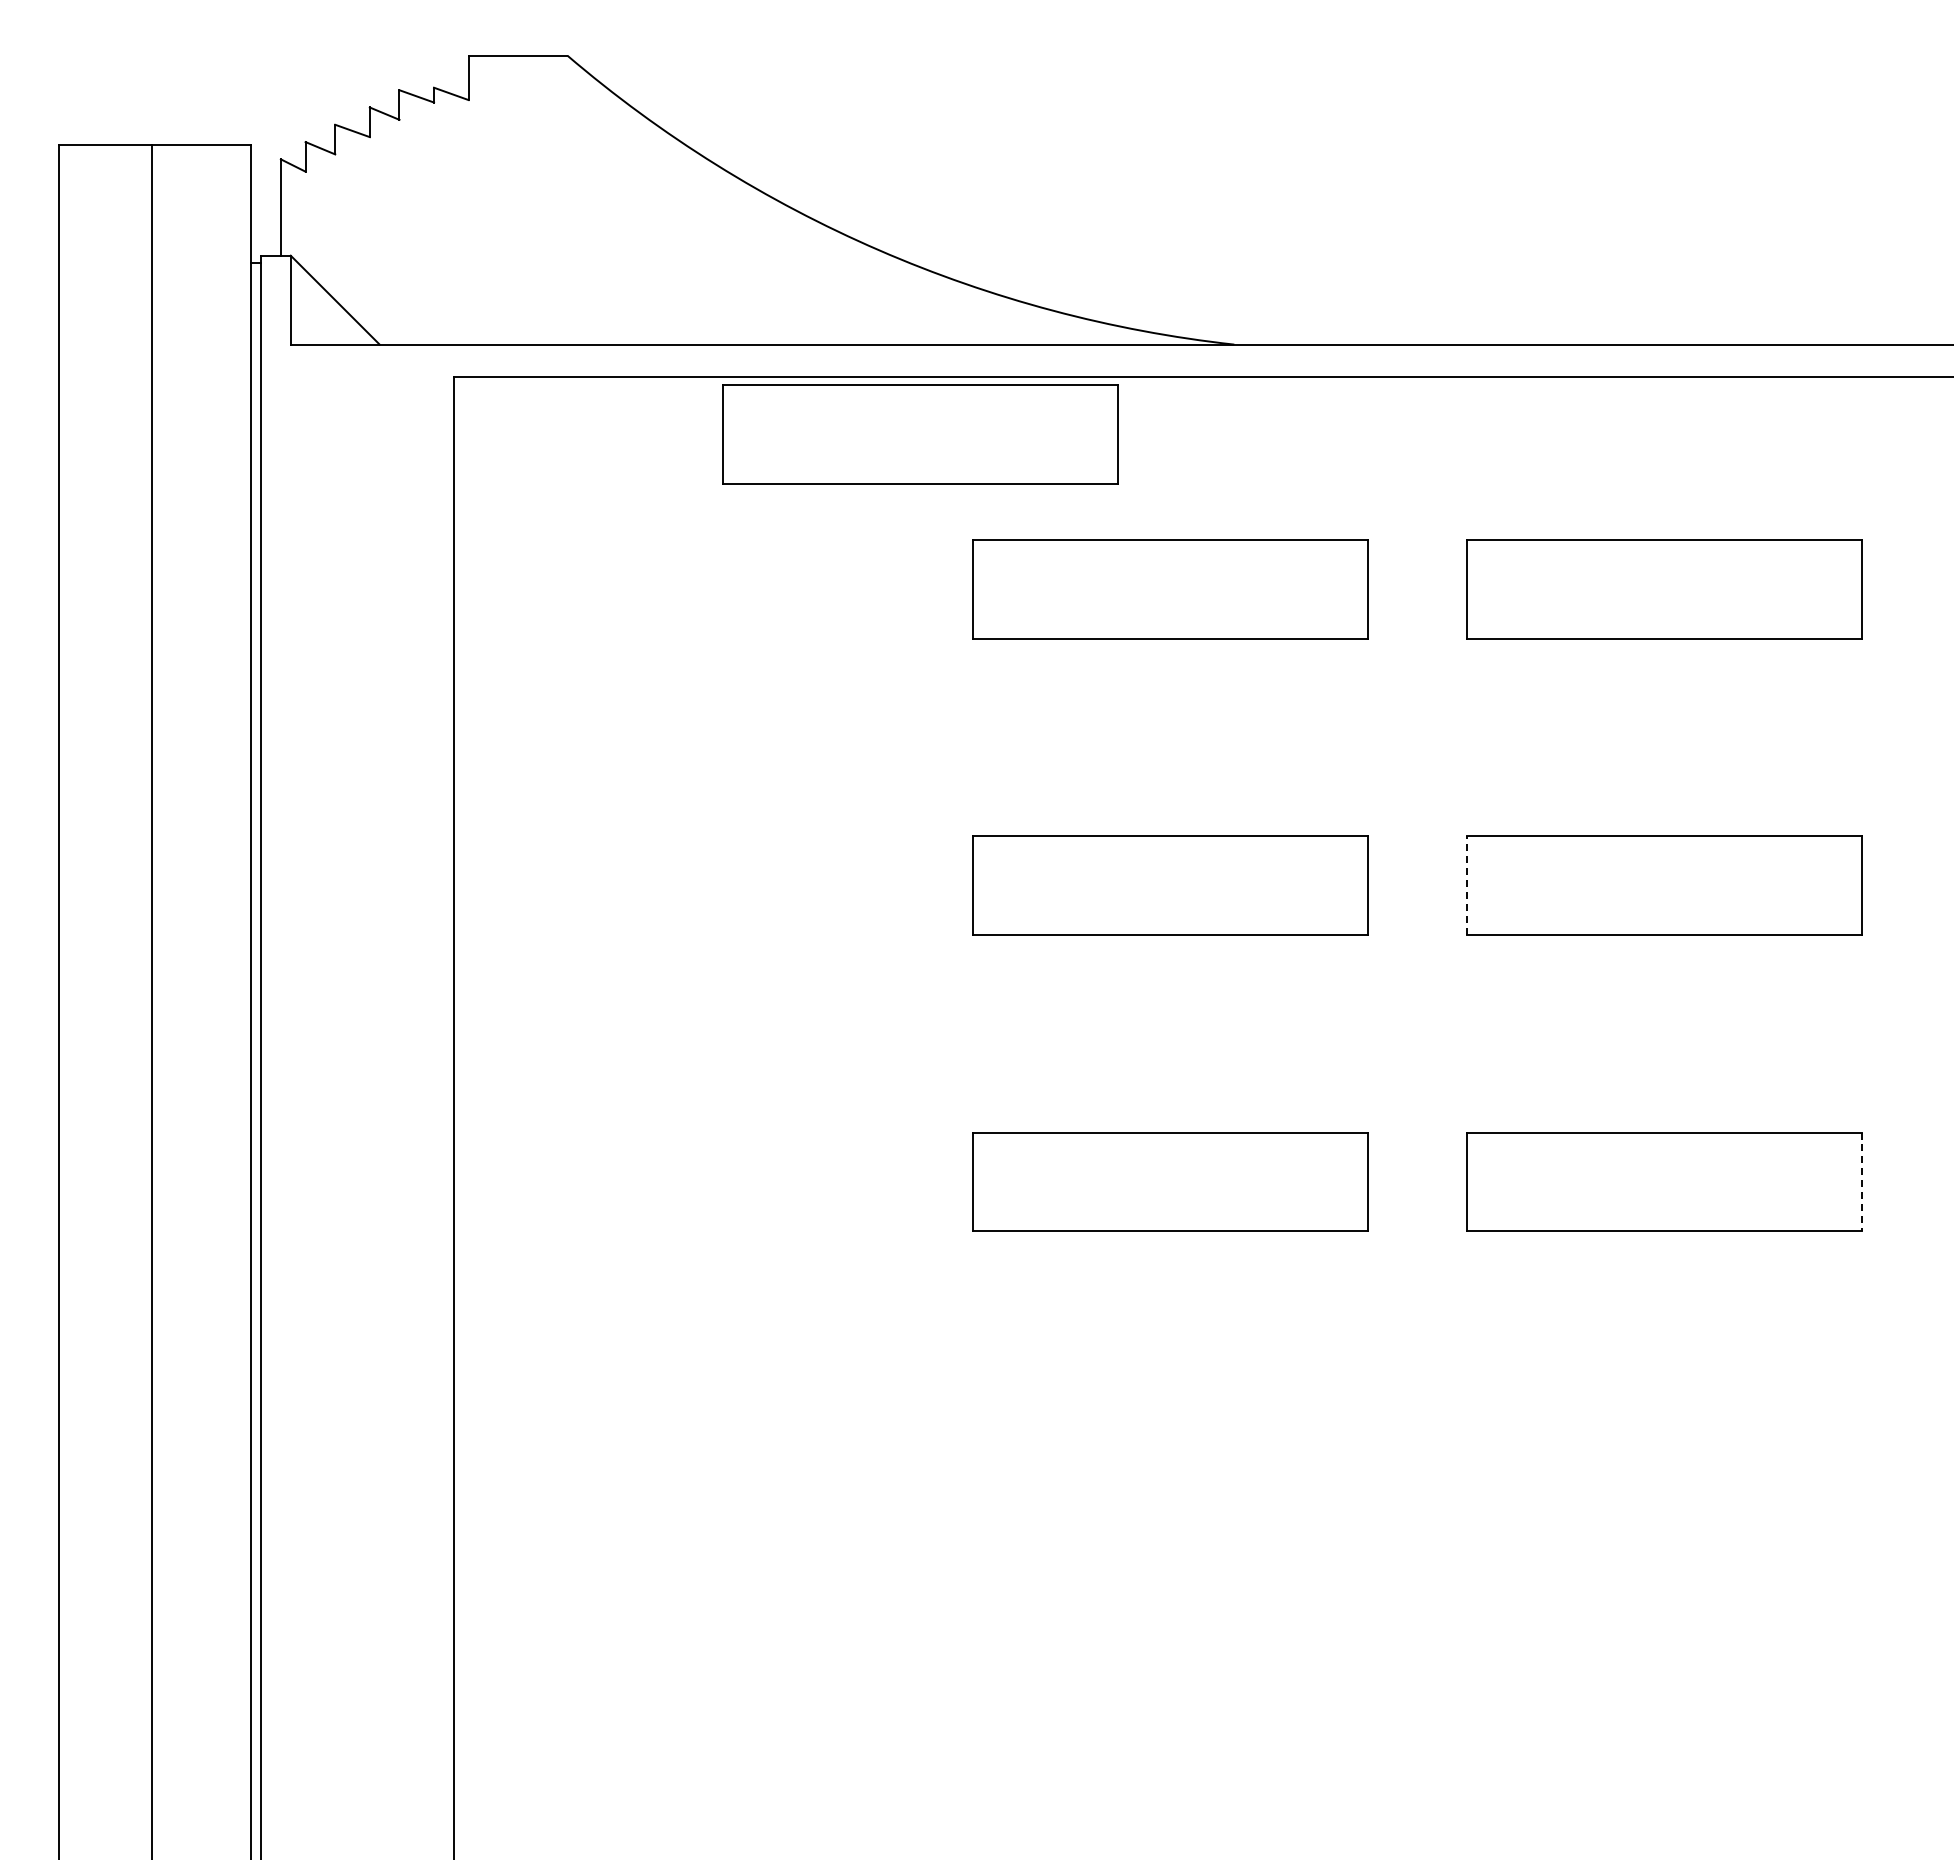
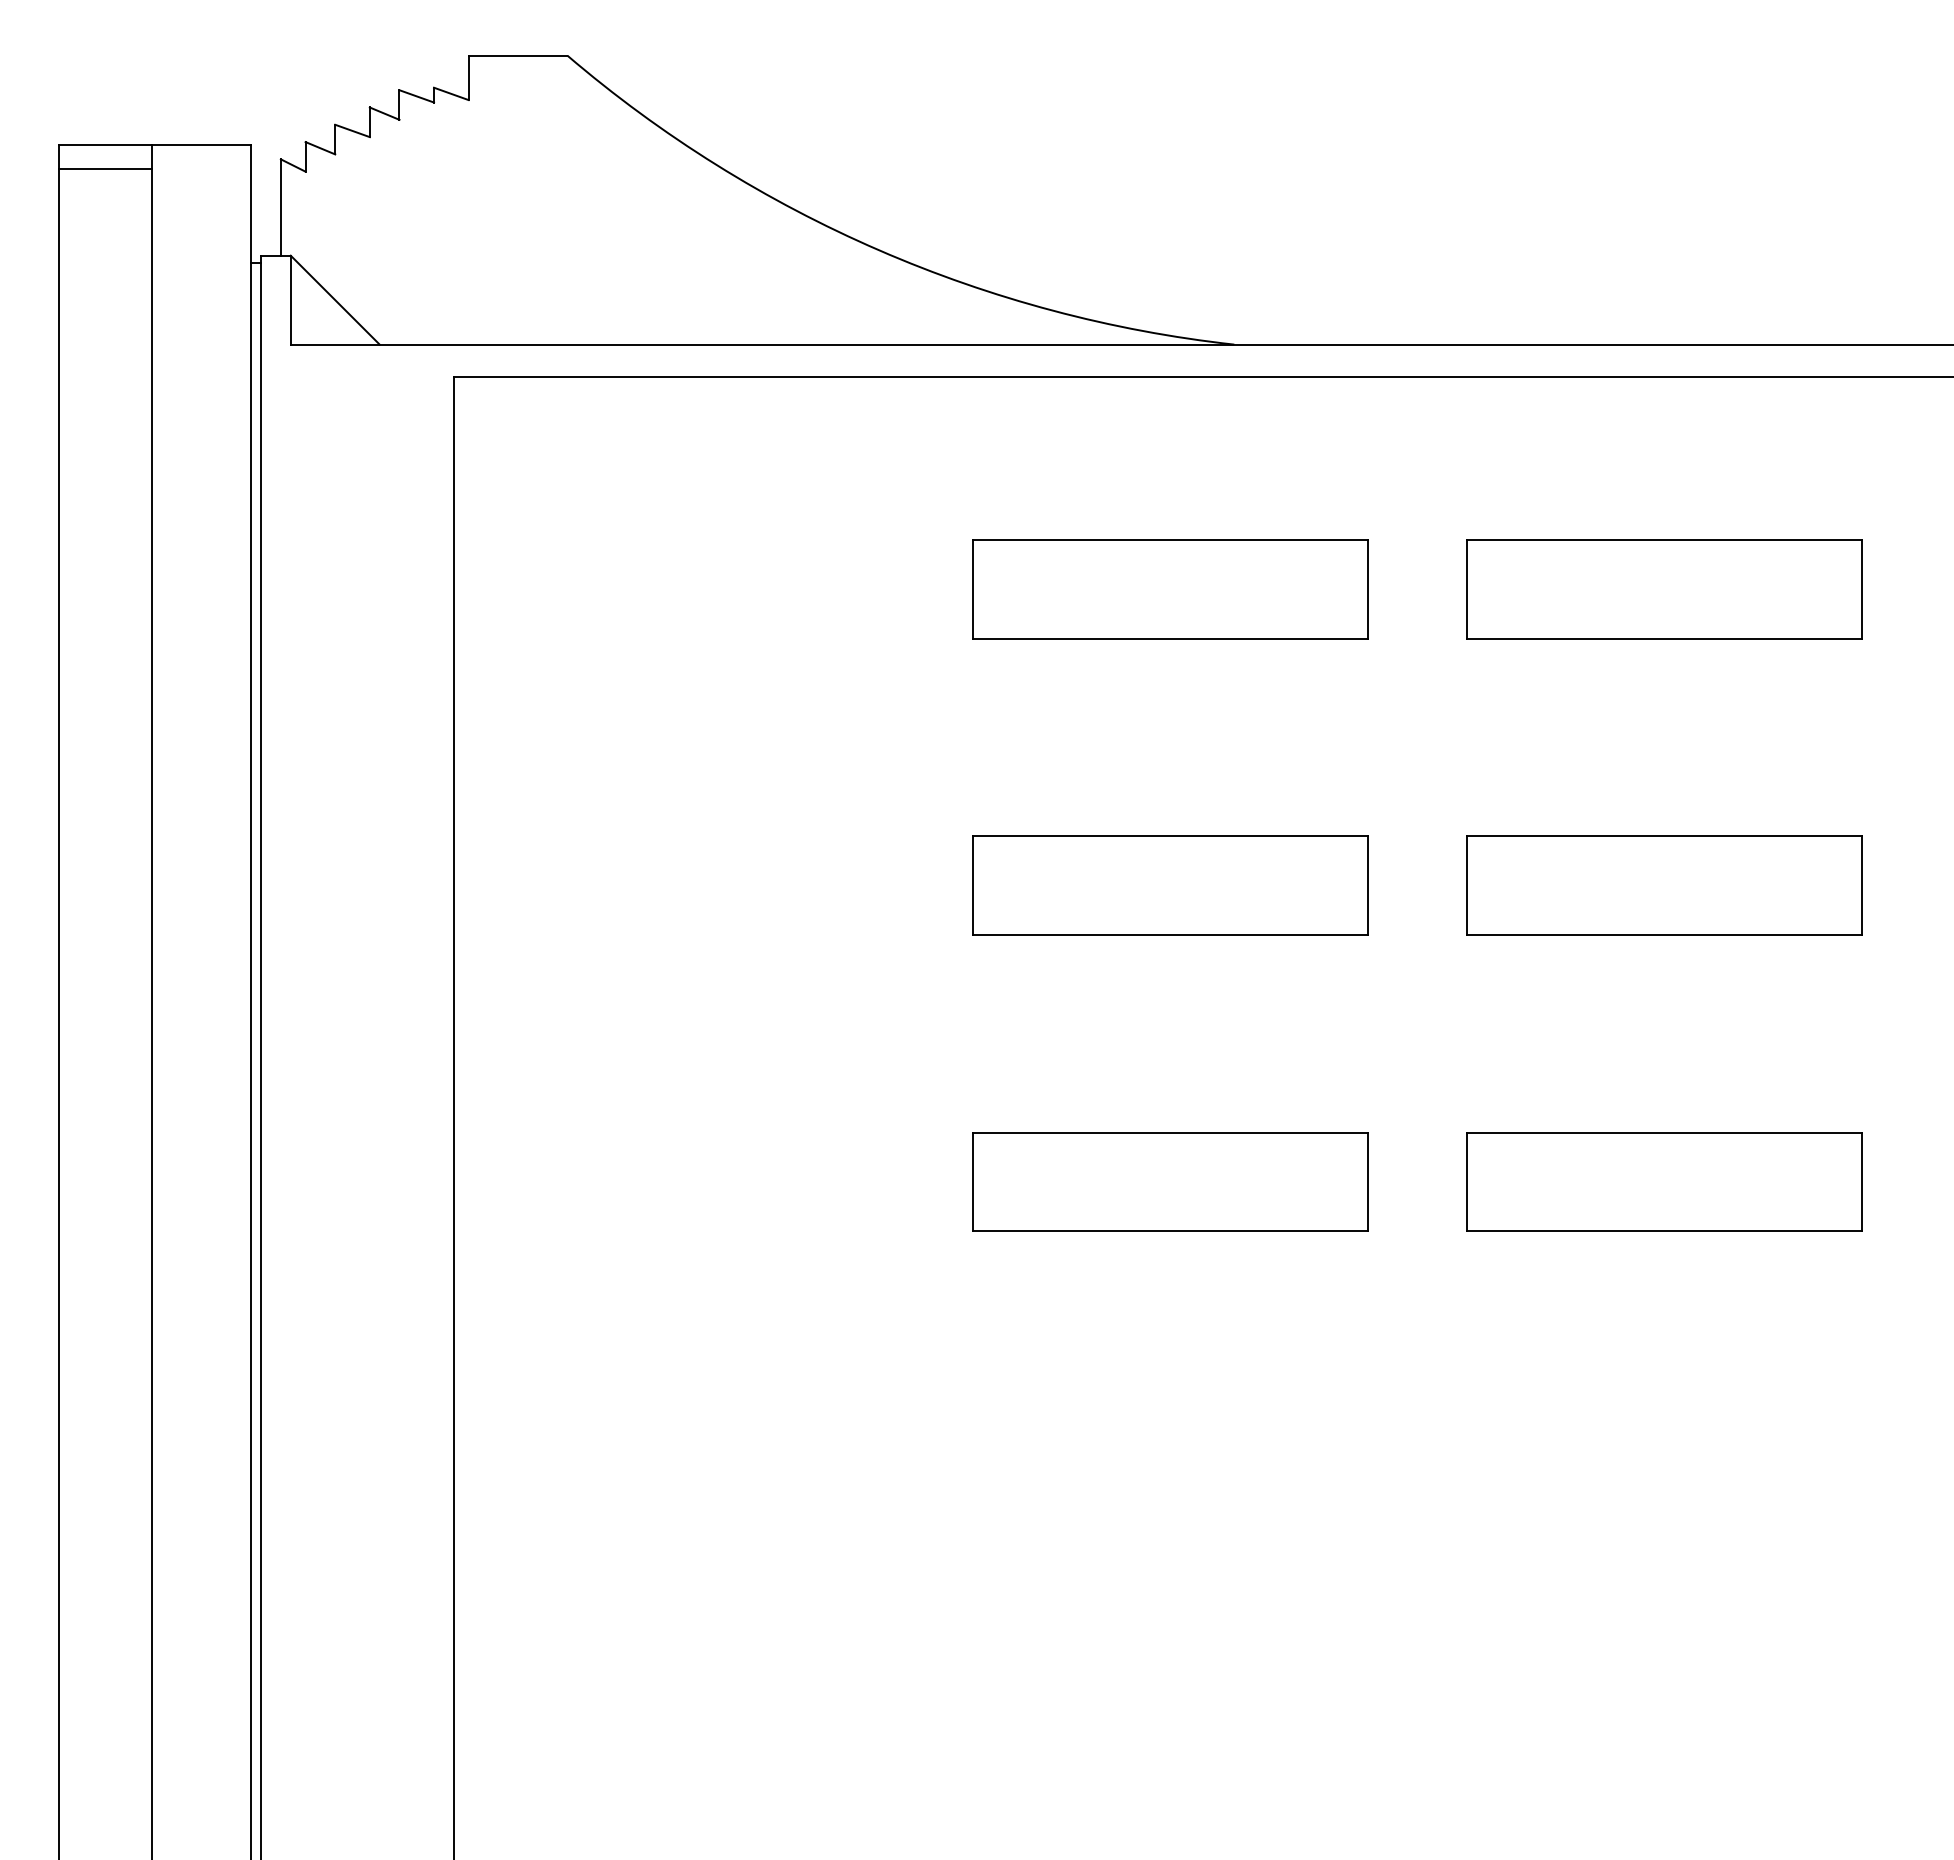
line at (105, 169): none -> present
part at (920, 434): present -> none
line at (1466, 885): dashed -> solid
line at (1861, 1182): dashed -> solid
